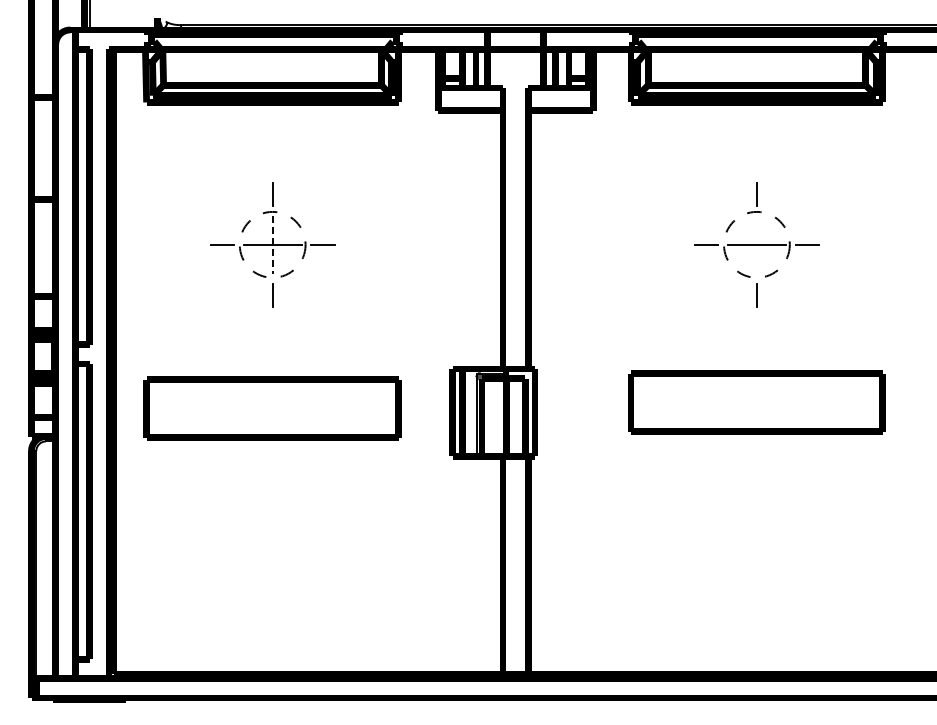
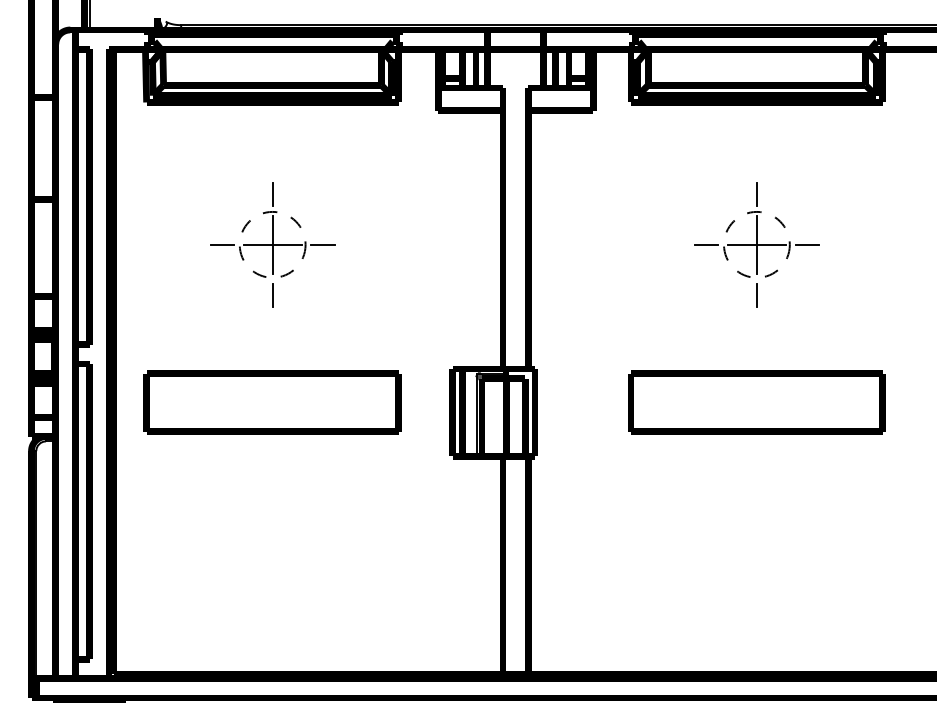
line at (756, 244): none -> present
line at (272, 245): dashed -> solid
part at (272, 408) position: (272, 408) -> (272, 402)
